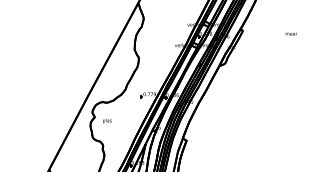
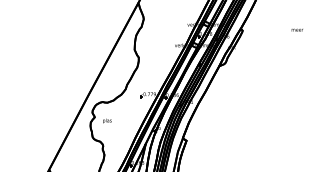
text at (290, 33) position: (290, 33) -> (296, 29)
